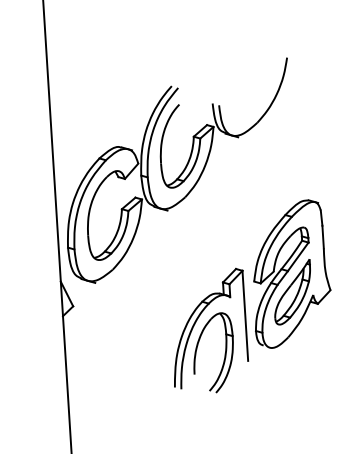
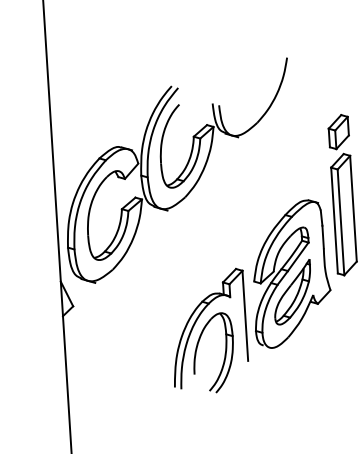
part at (342, 195): none -> present
